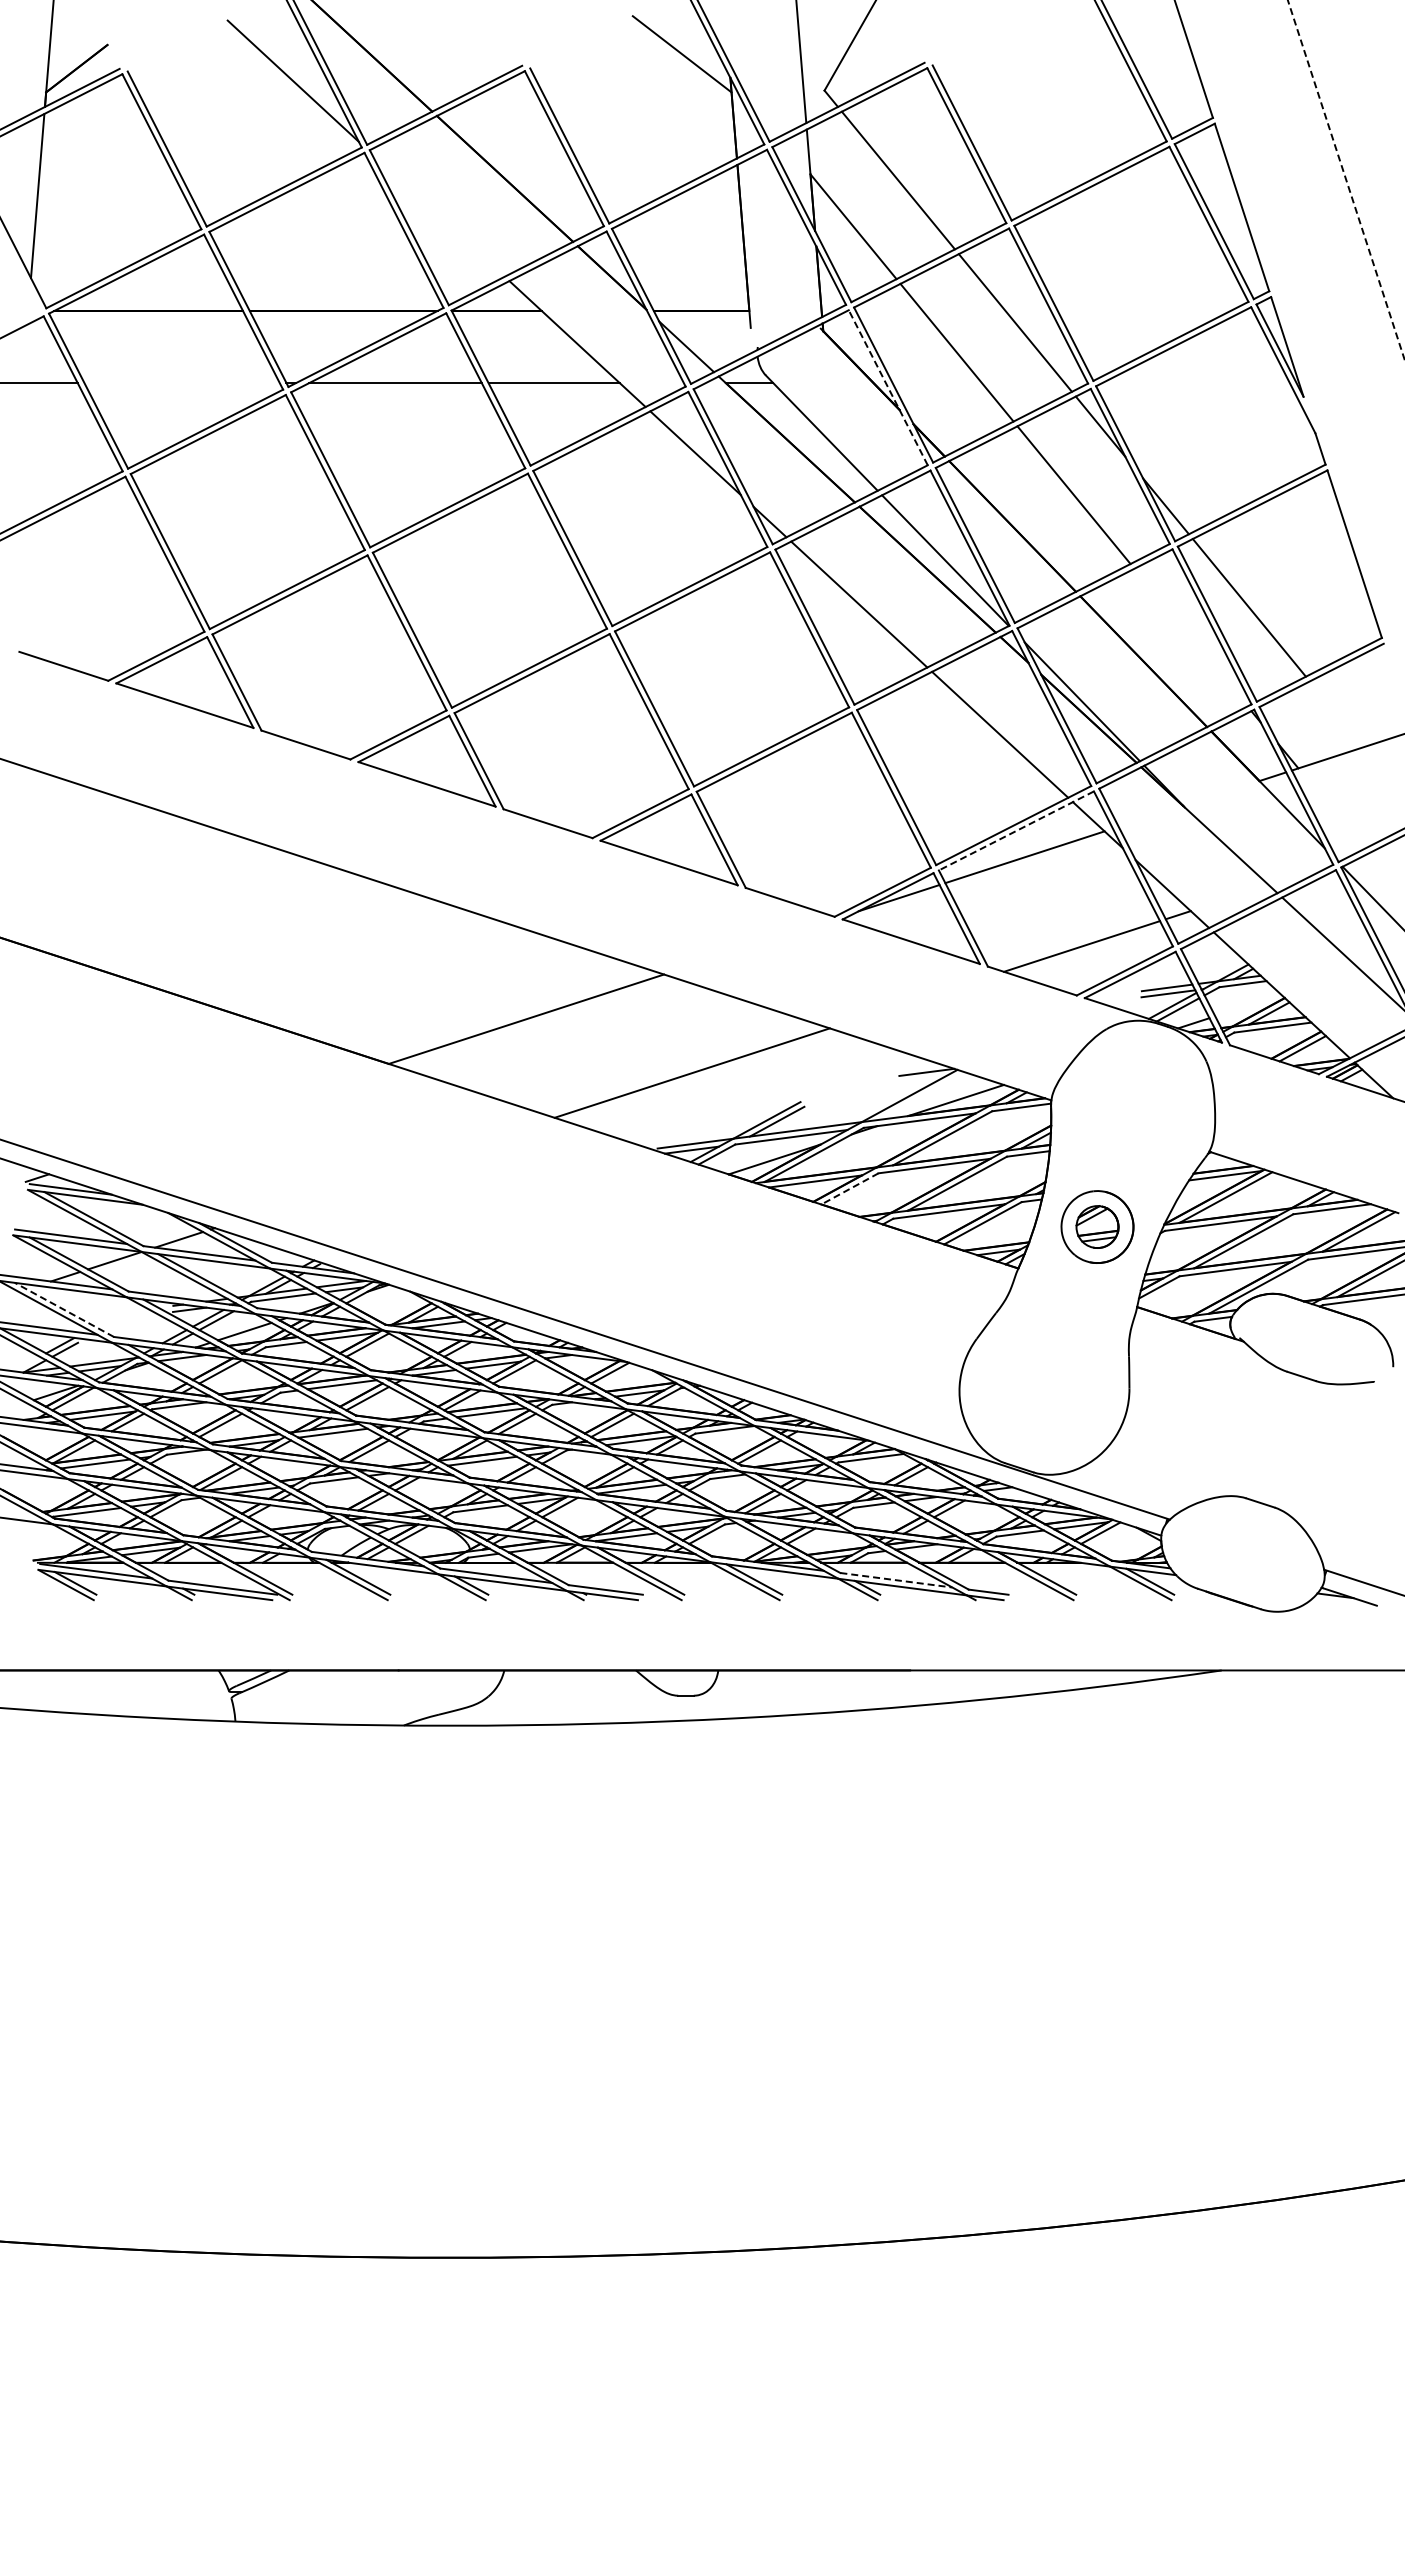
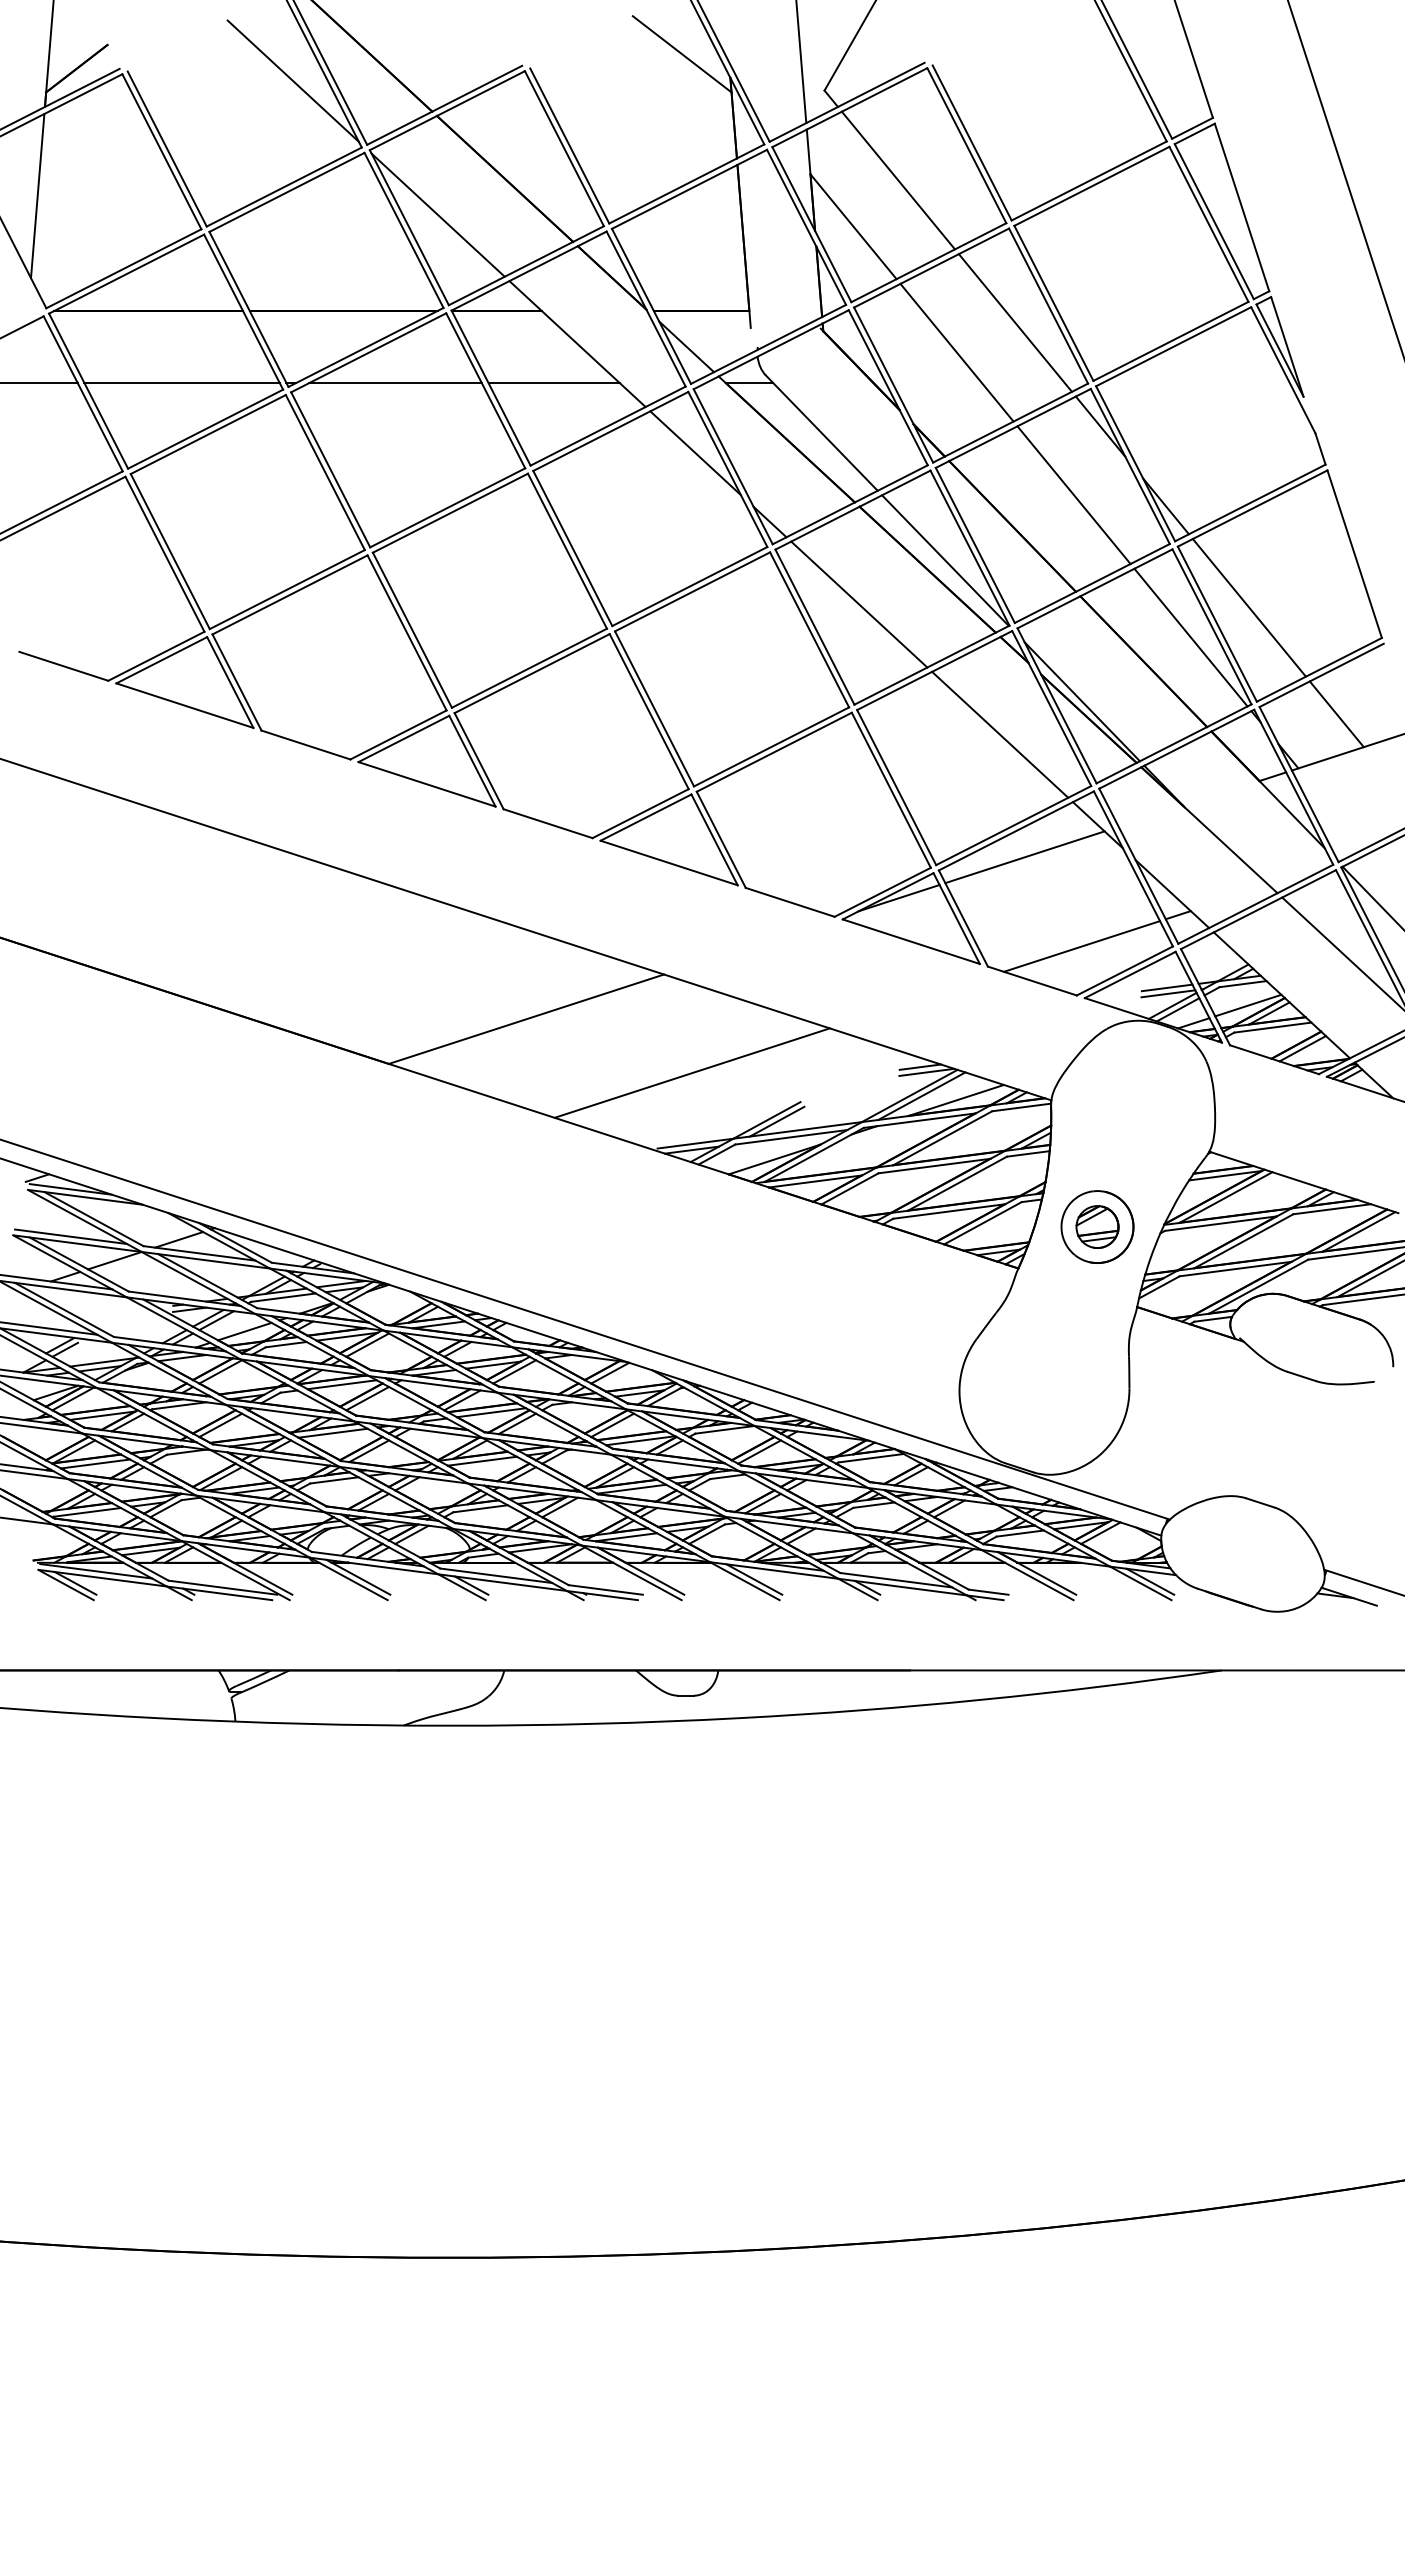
line at (1346, 180): dashed -> solid
line at (437, 214): none -> present
line at (181, 383): none -> present
line at (888, 387): dashed -> solid
line at (1190, 637): none -> present
line at (1336, 714): none -> present
line at (1015, 831): dashed -> solid
line at (1248, 1005): none -> present
line at (920, 1066): none -> present
line at (921, 1095): none -> present
line at (849, 1188): dashed -> solid
line at (63, 1309): dashed -> solid
line at (896, 1580): dashed -> solid
